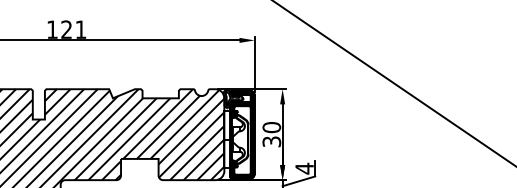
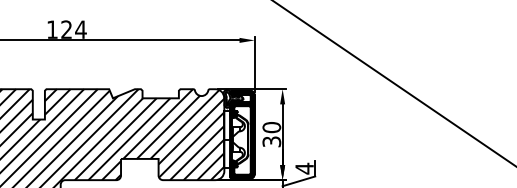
text at (80, 29): 121 -> 124
